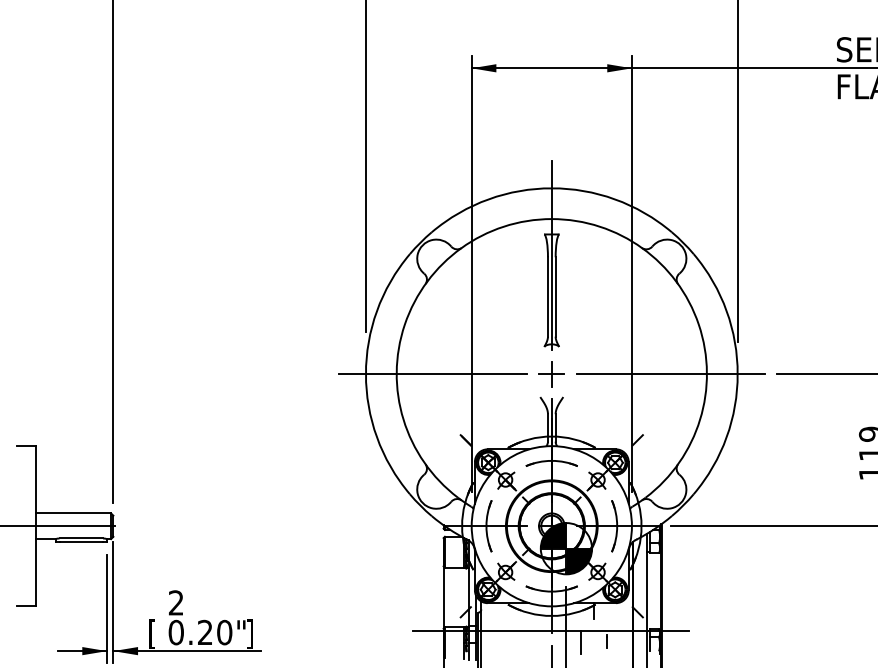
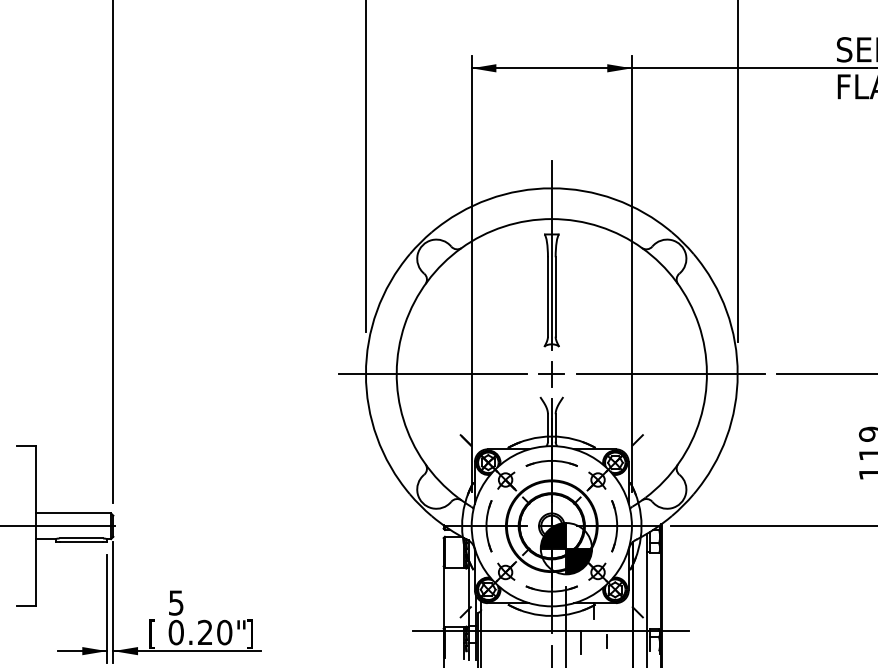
text at (176, 602): 2 -> 5
